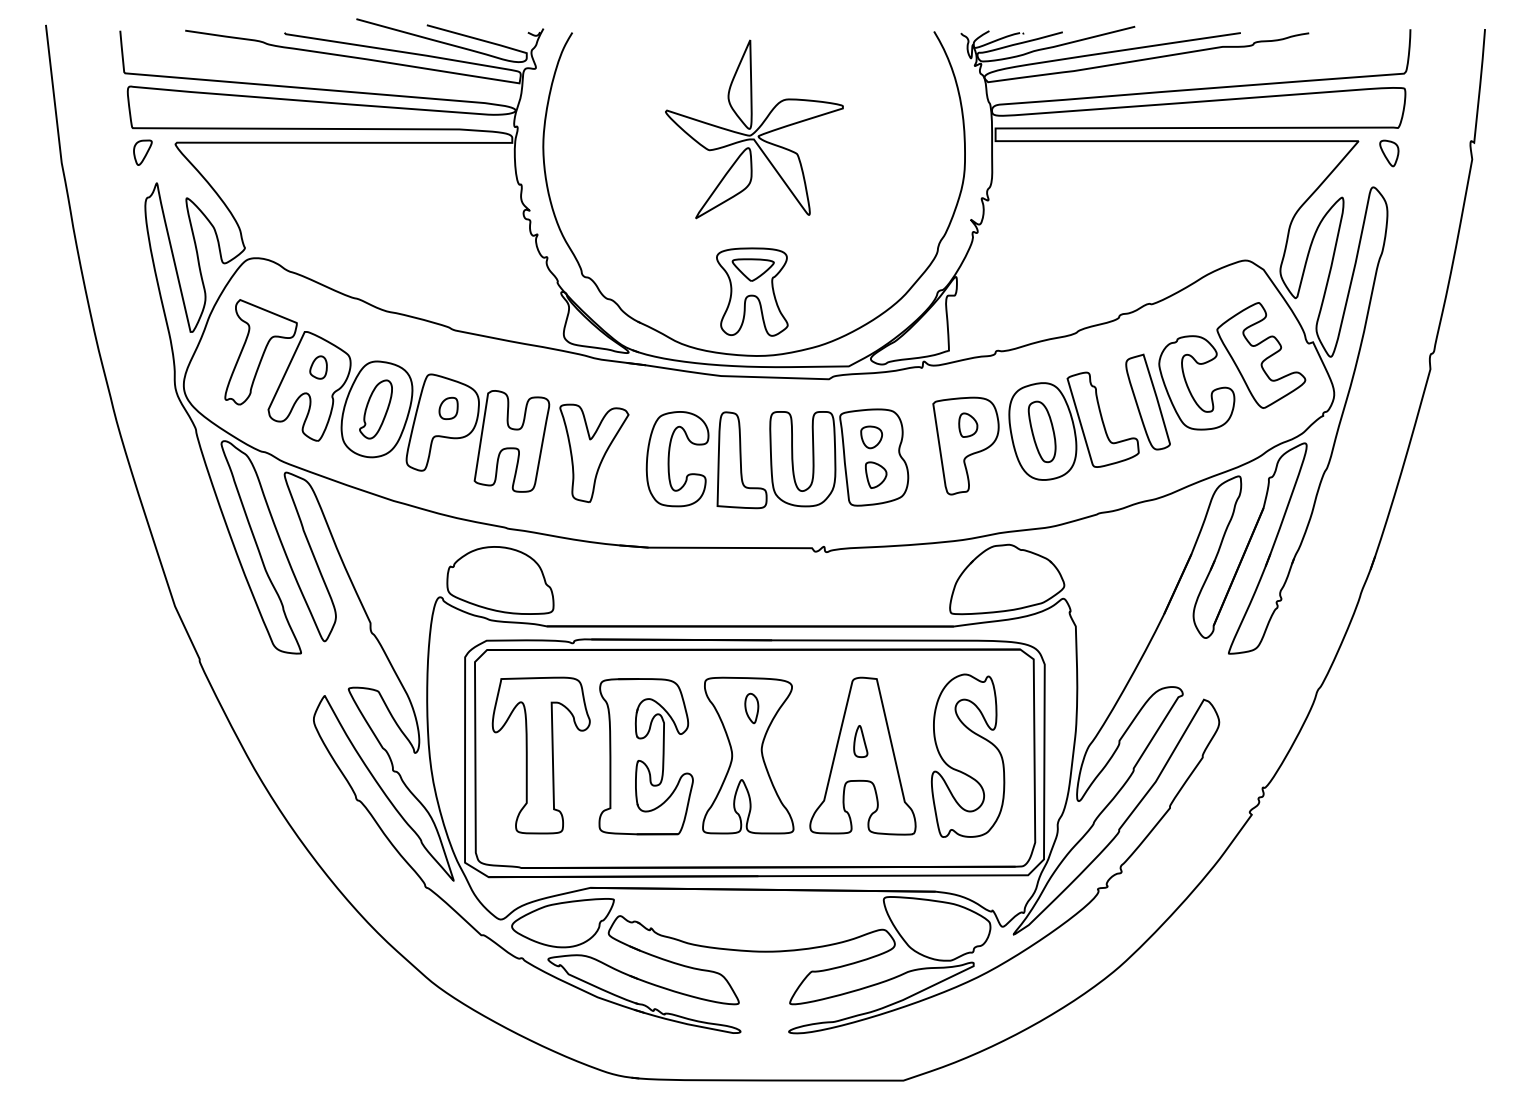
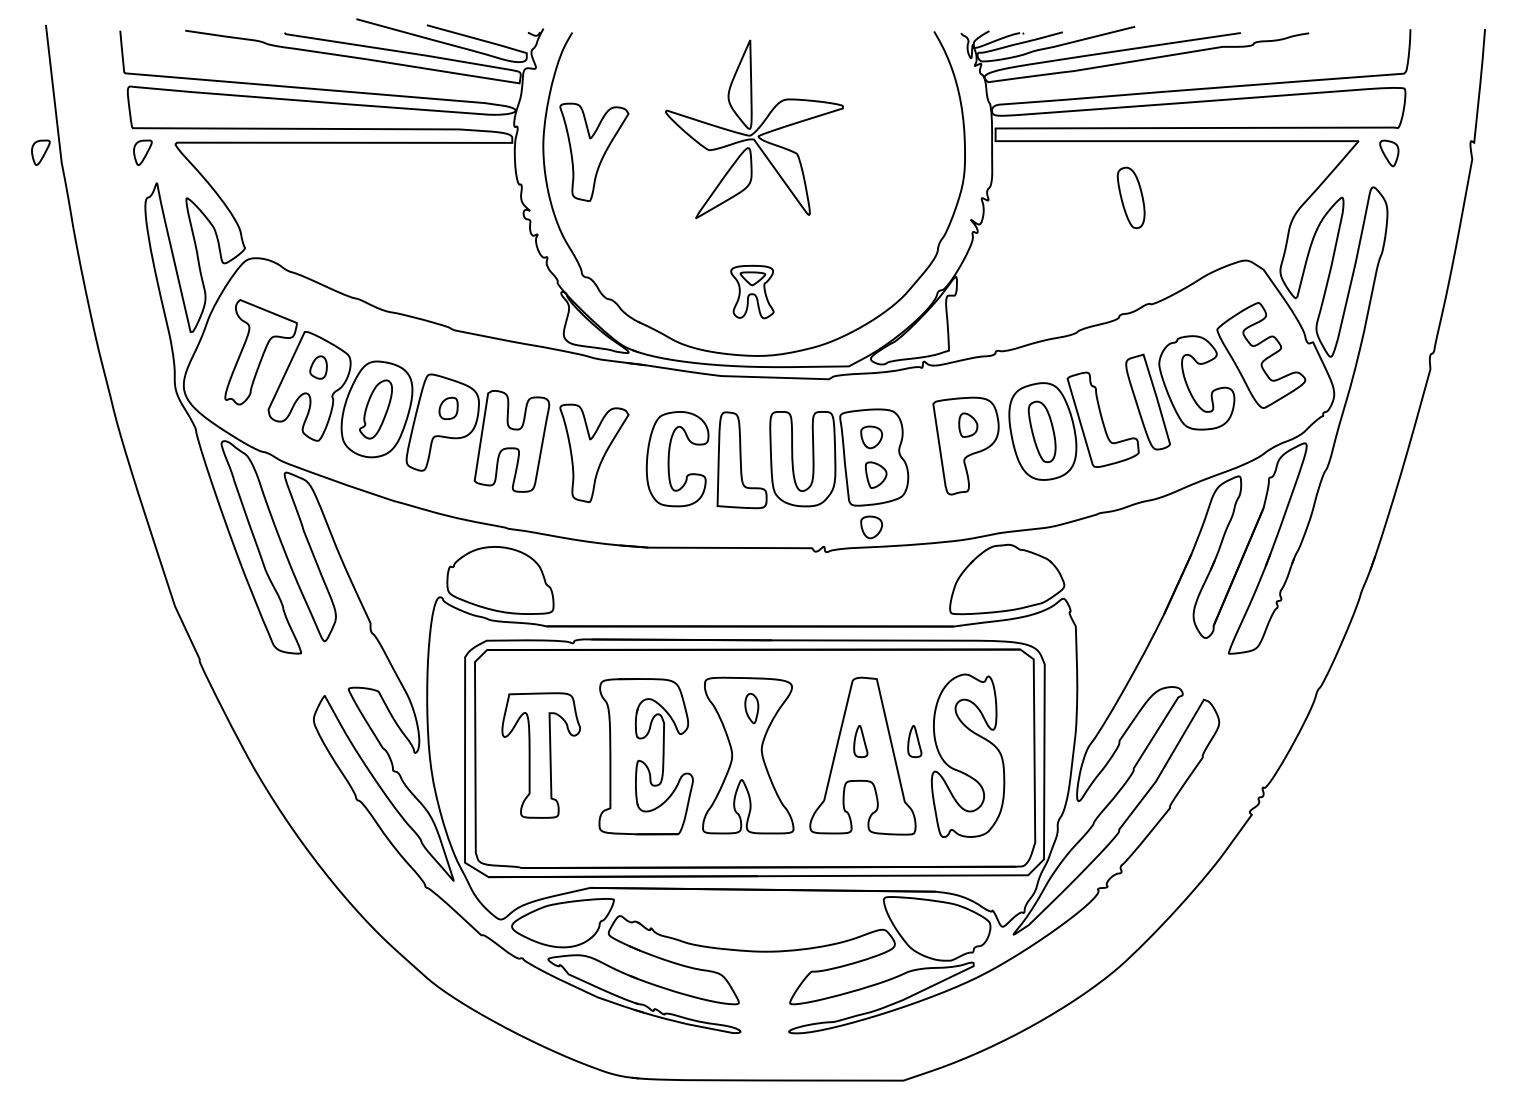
part at (594, 151): none -> present
part at (40, 152): none -> present
part at (1130, 197): none -> present
part at (752, 291) size: 73x90 px -> 45x56 px
part at (871, 527): none -> present
part at (914, 741): none -> present
part at (540, 755) size: 100x159 px -> 80x127 px
